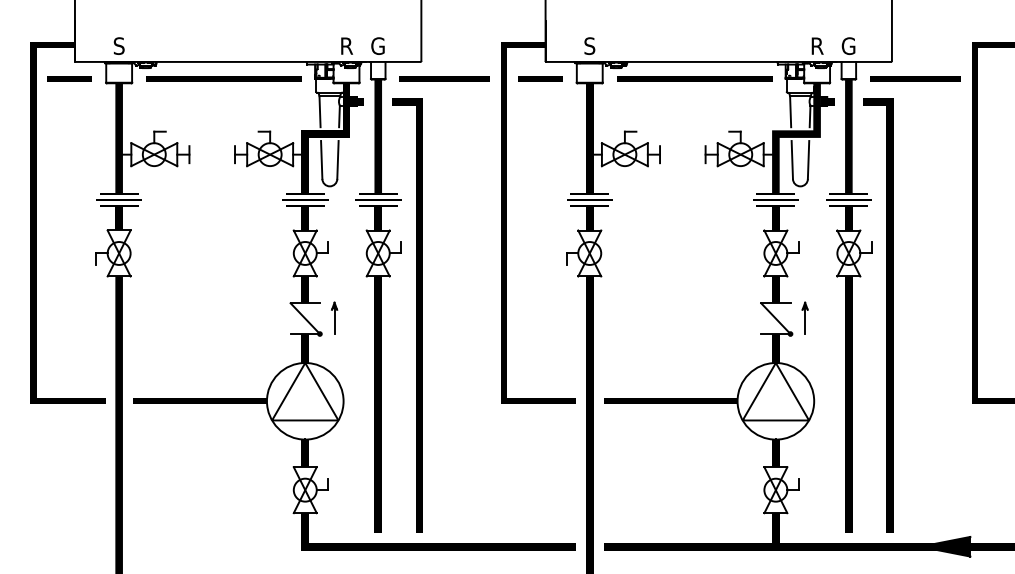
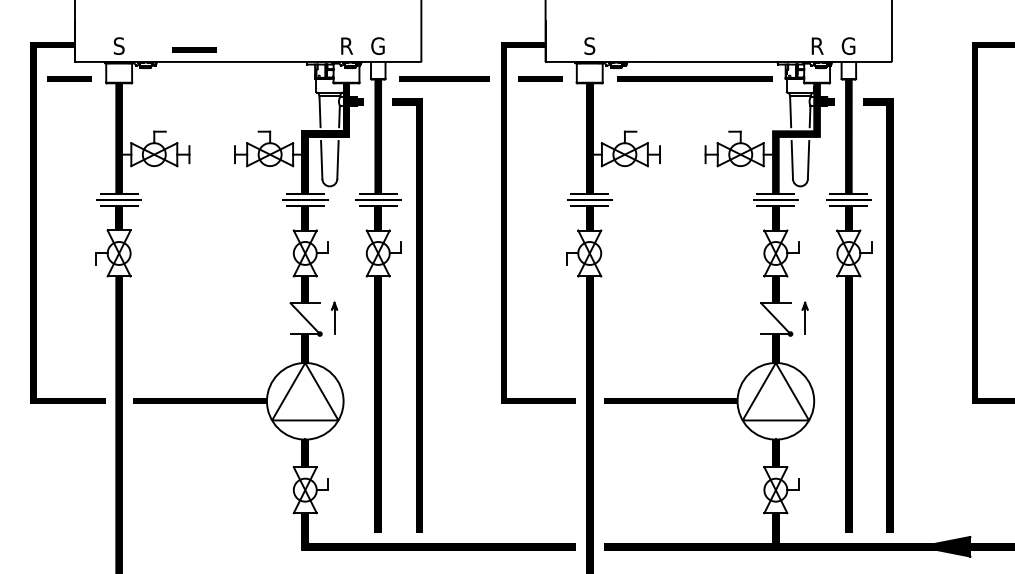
line at (194, 49): none -> present
line at (223, 78): present -> none
line at (915, 78): present -> none
